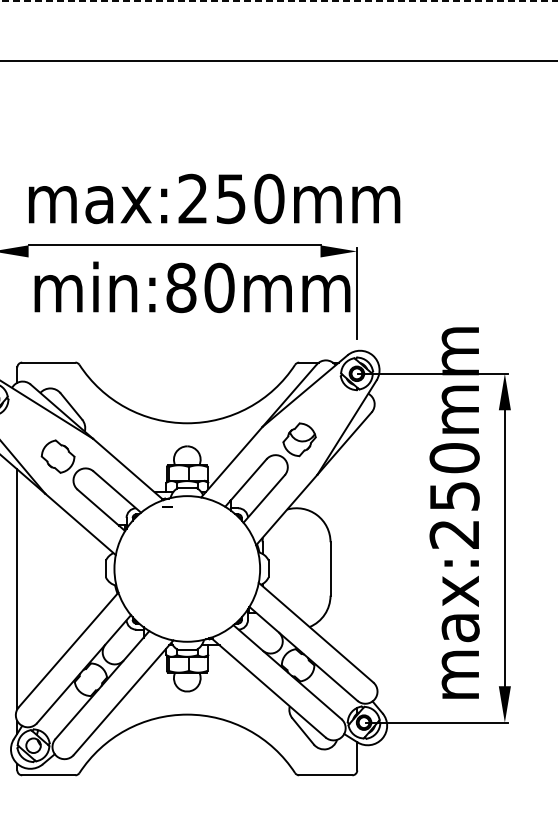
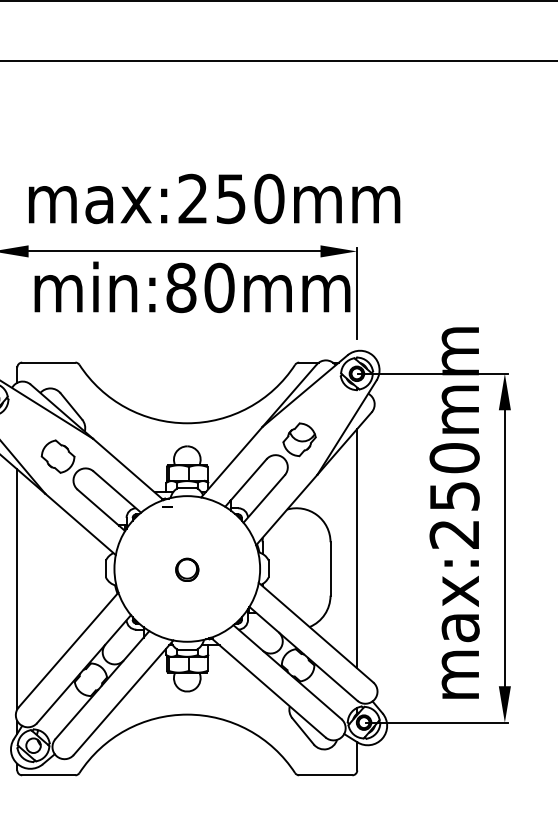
line at (278, 1): dashed -> solid
line at (174, 245) position: (174, 245) -> (174, 251)
line at (357, 548): none -> present
part at (187, 569): none -> present
